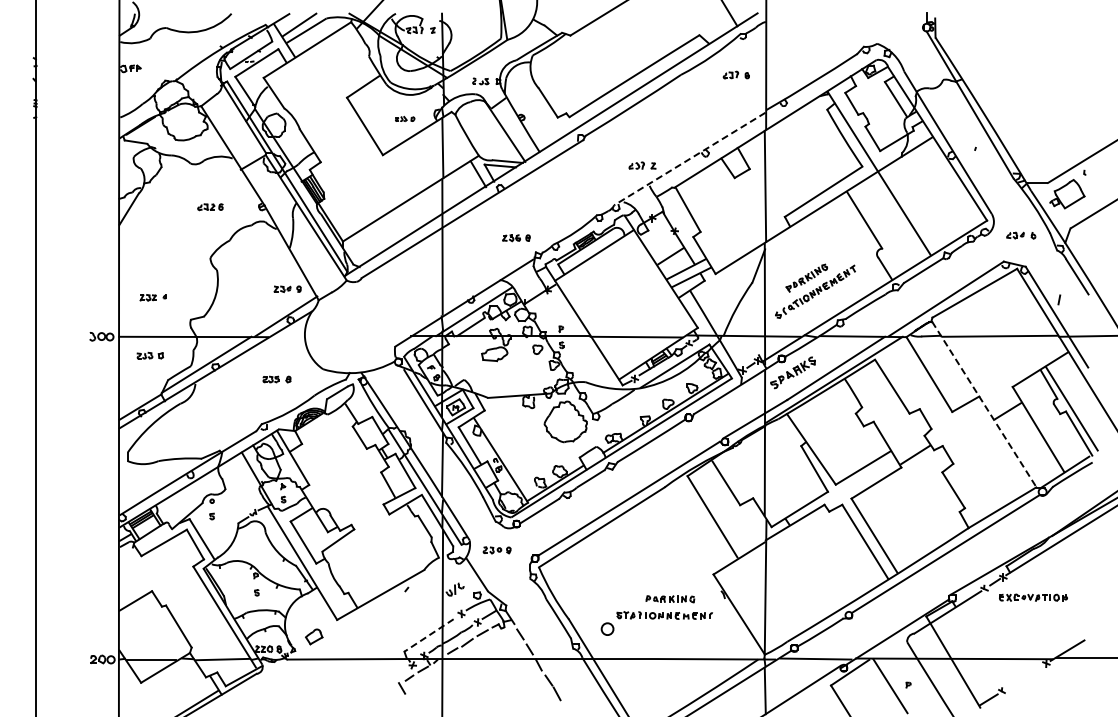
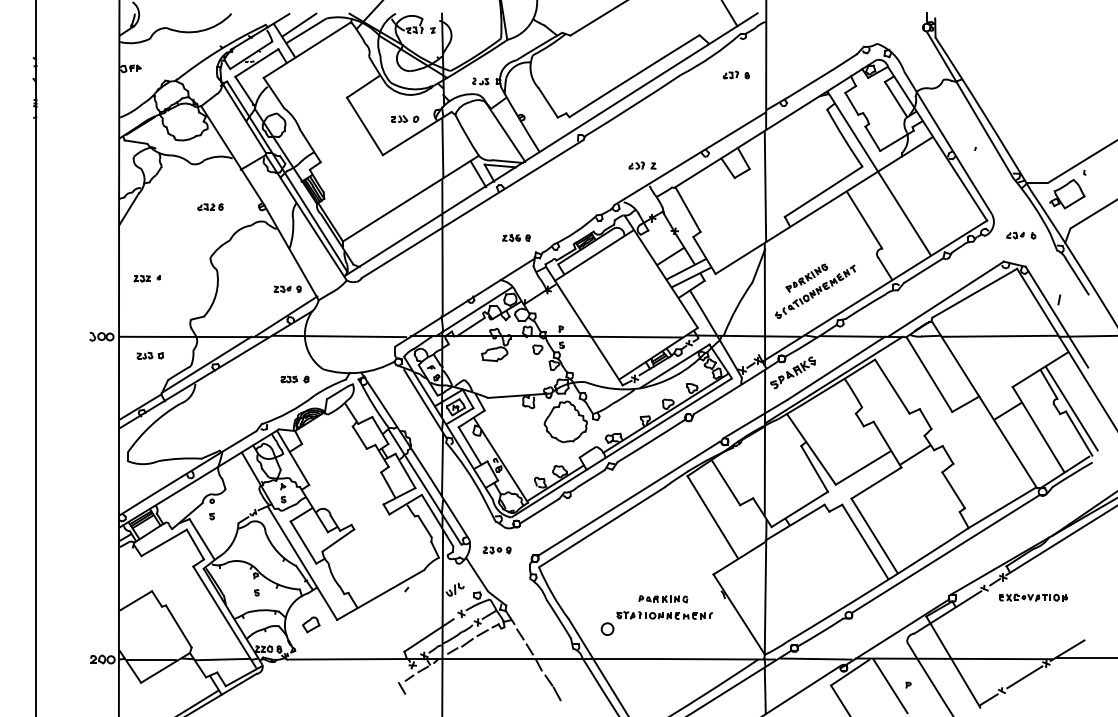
part at (405, 118) size: 21x6 px -> 29x8 px
line at (689, 159): dashed -> solid
part at (152, 297) position: (152, 297) -> (146, 278)
line at (339, 336): none -> present
part at (276, 379) position: (276, 379) -> (294, 379)
line at (984, 405): dashed -> solid
part at (670, 599) position: (670, 599) -> (663, 599)
line at (428, 635): dashed -> solid
part at (314, 636) position: (314, 636) -> (311, 624)
line at (1024, 677): none -> present
